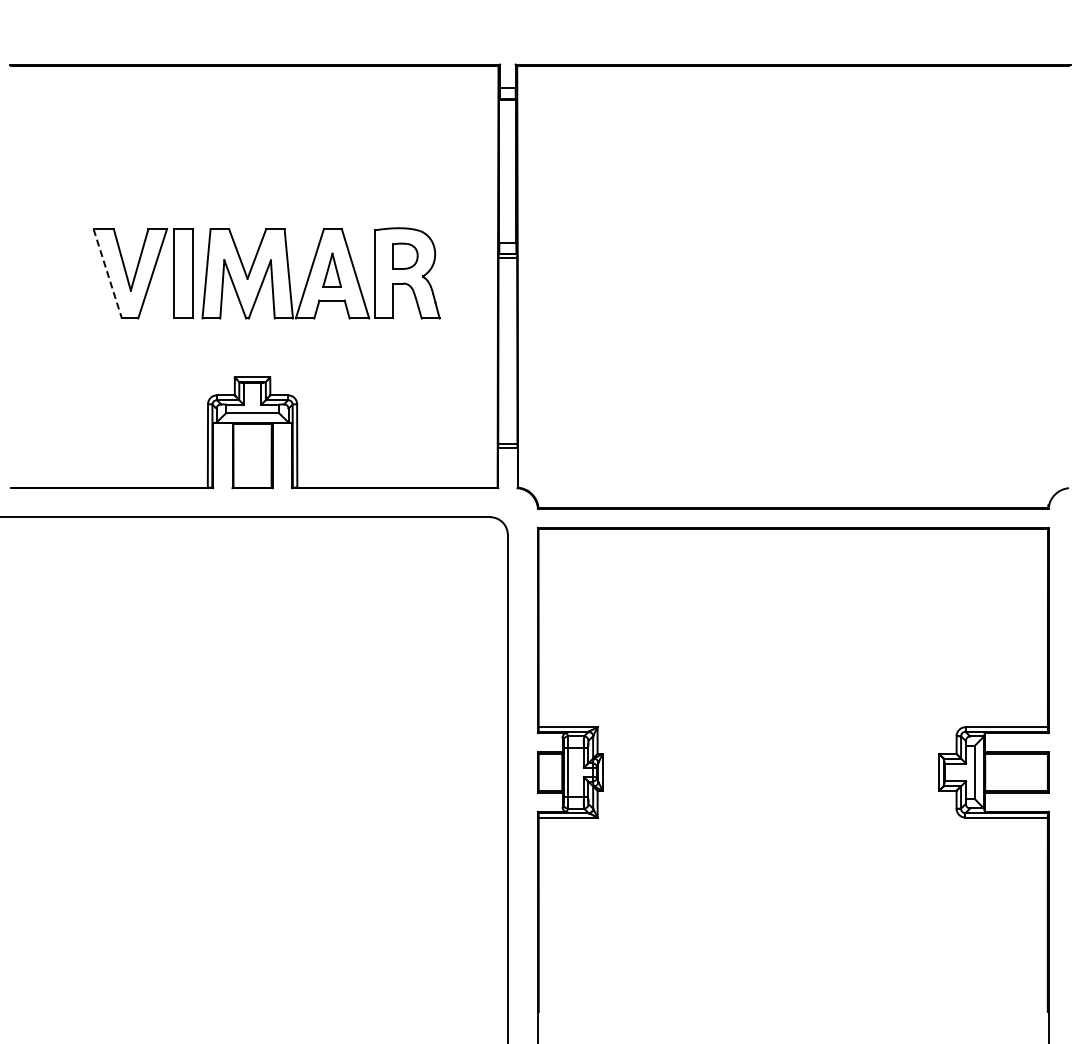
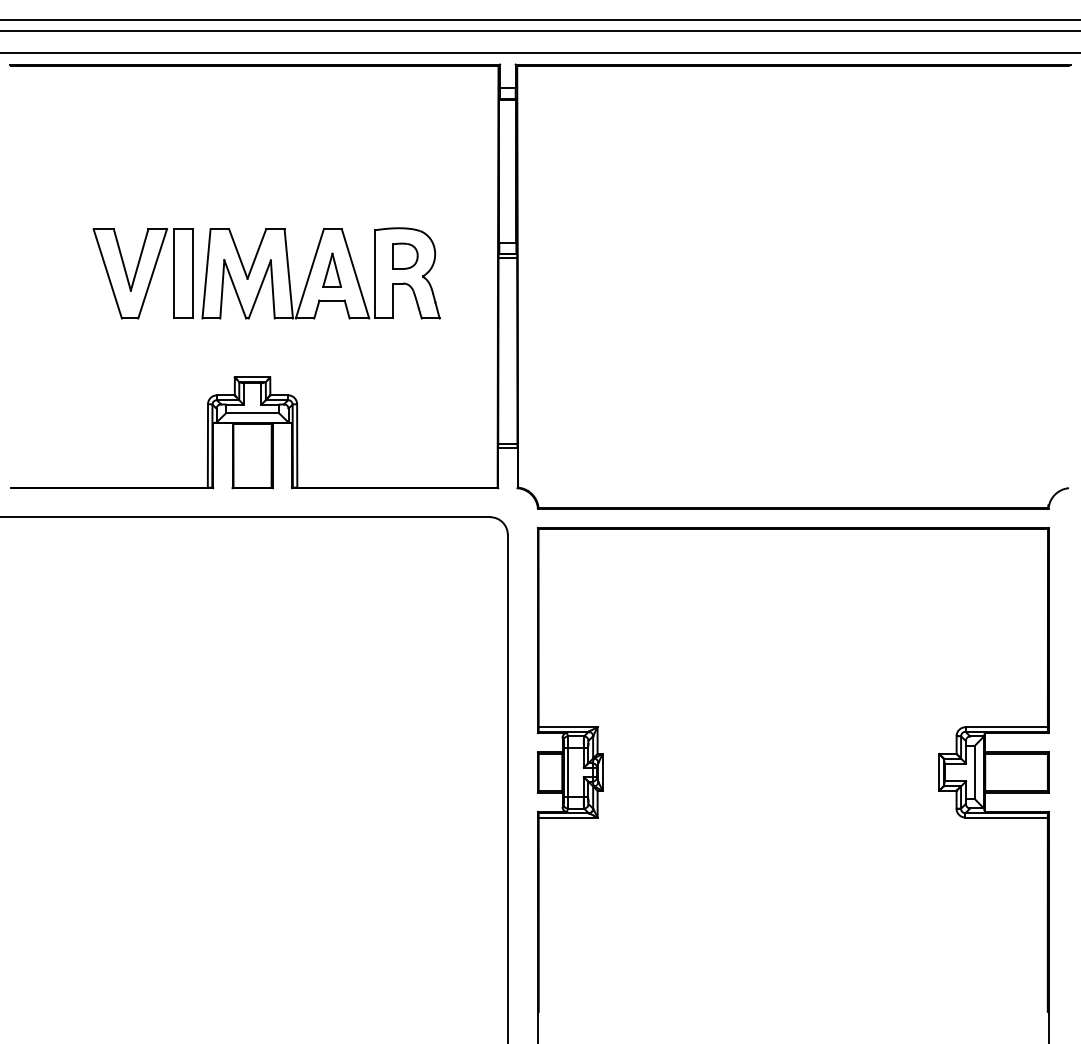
line at (539, 19): none -> present
line at (539, 31): none -> present
line at (539, 53): none -> present
line at (107, 273): dashed -> solid
